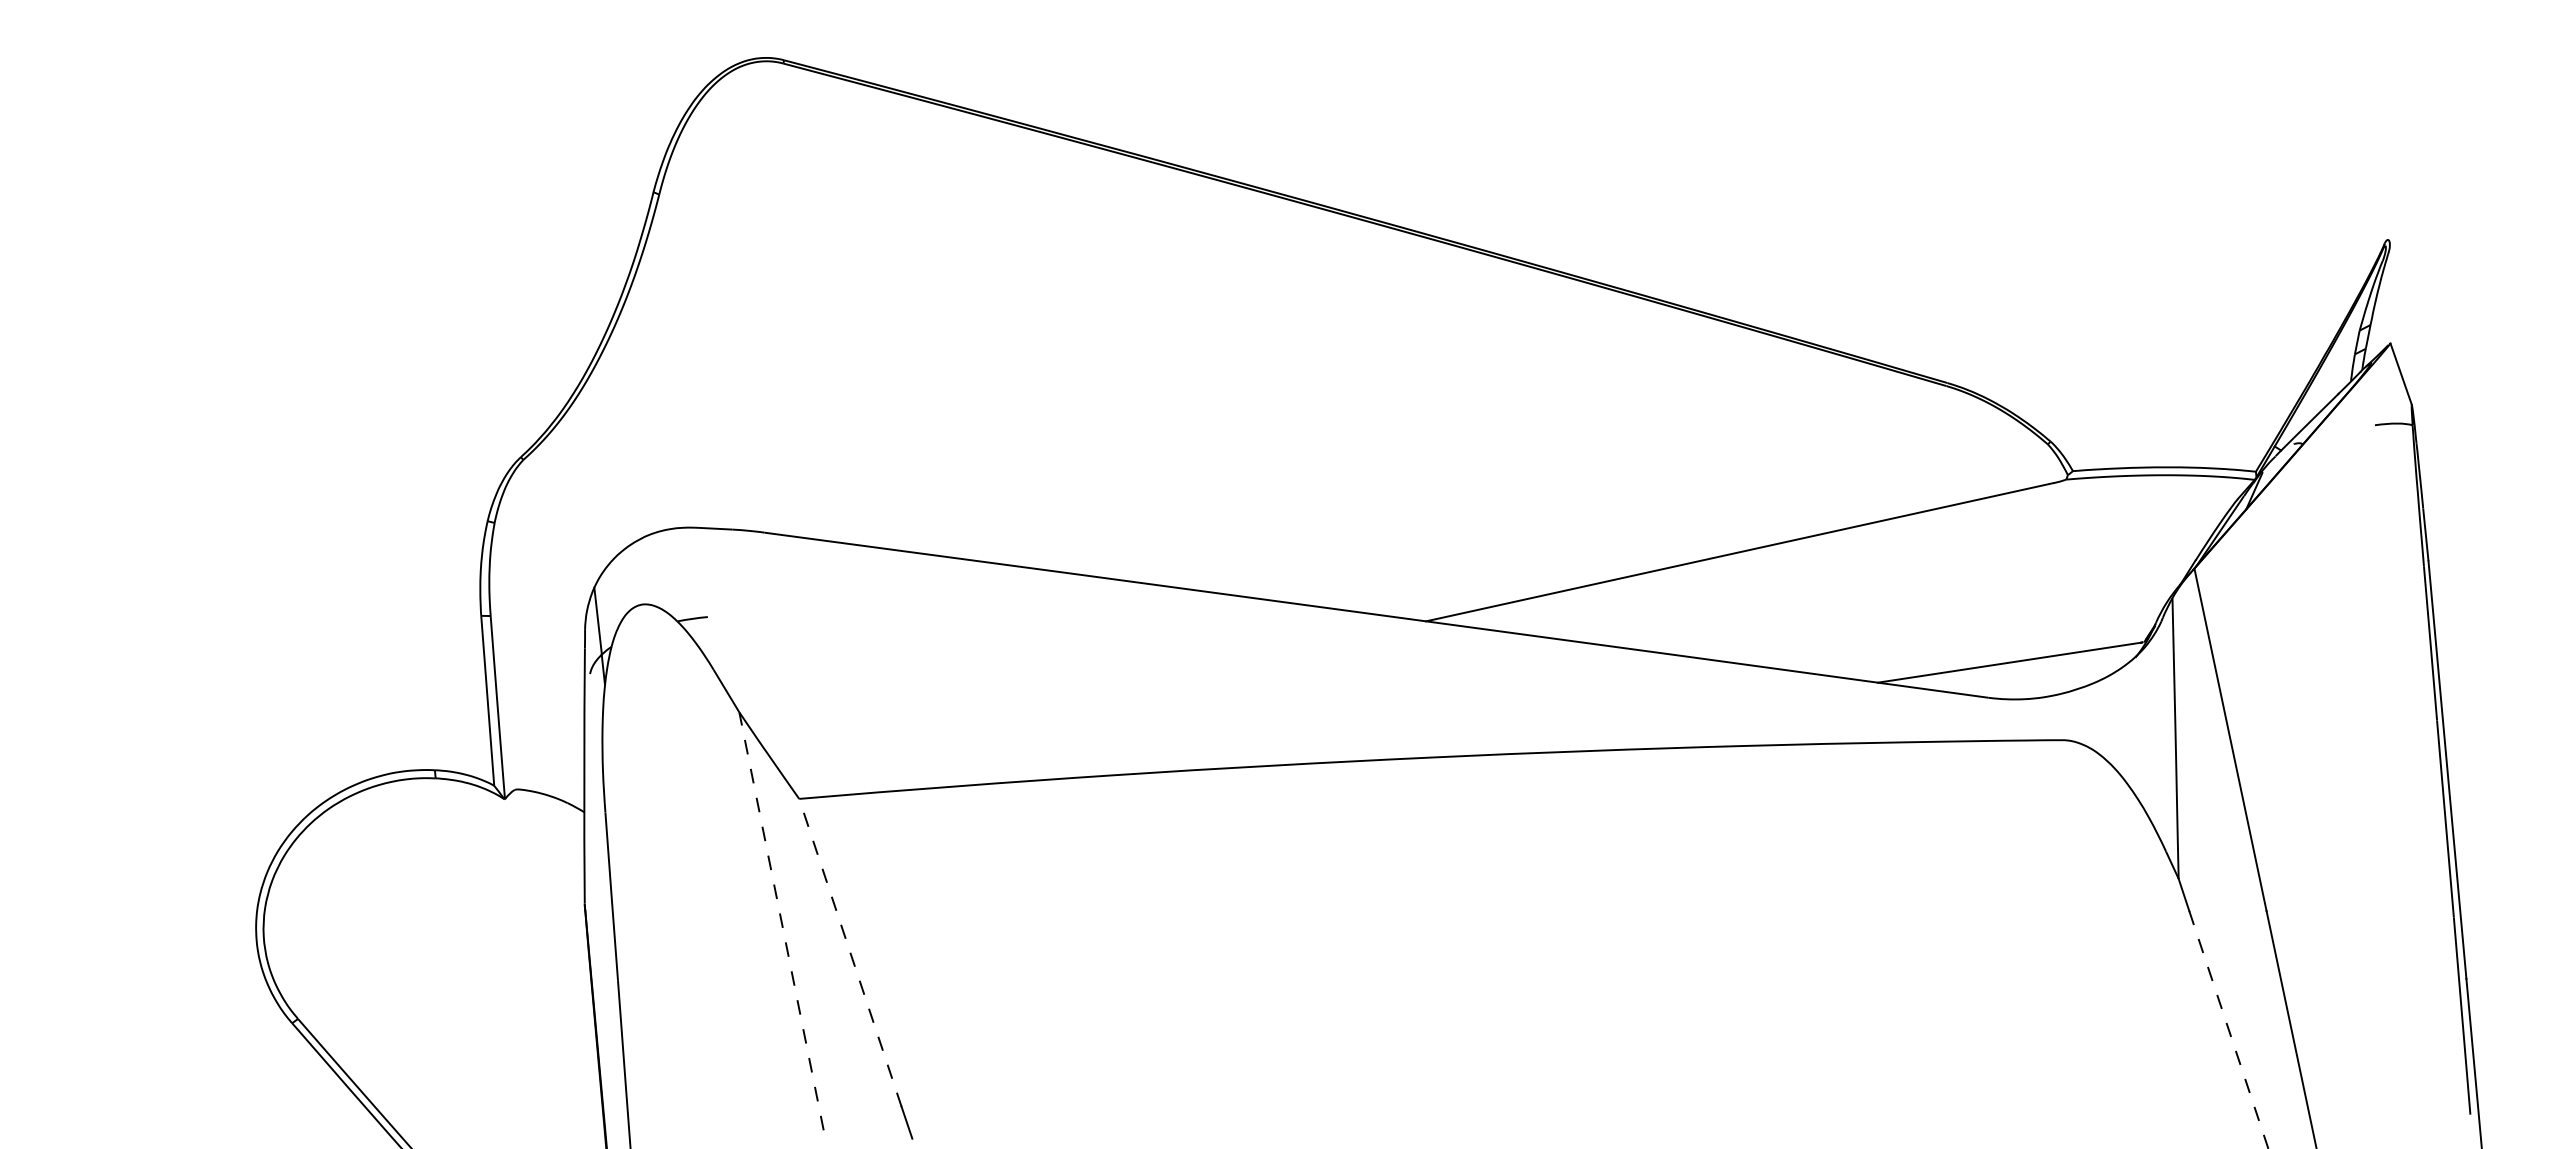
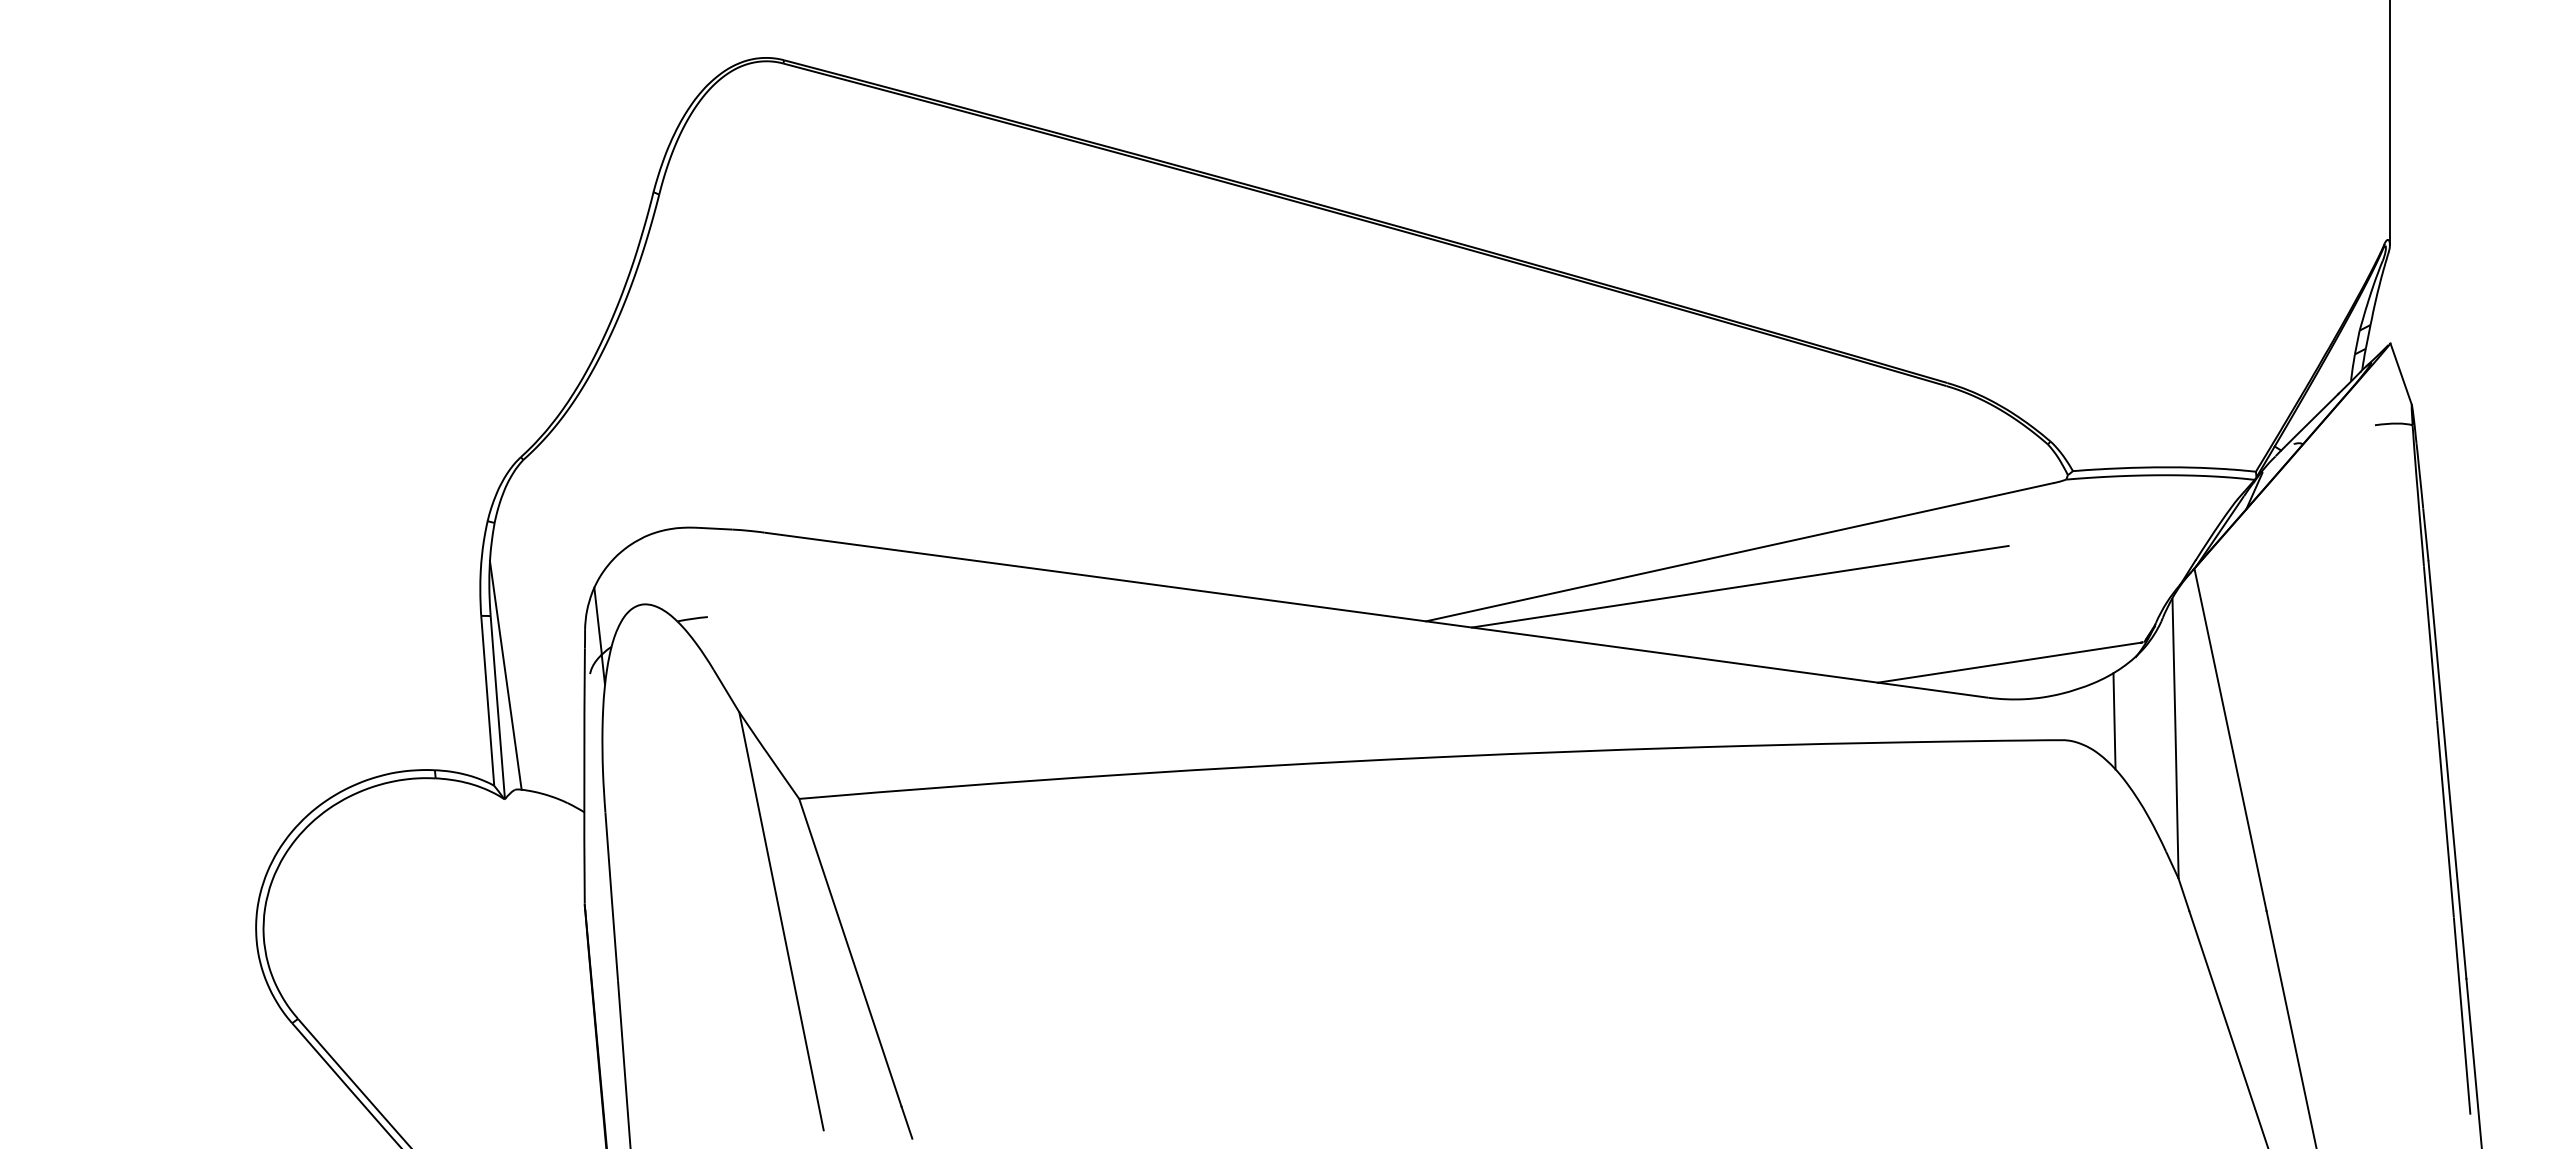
line at (2389, 123): none -> present
line at (1739, 586): none -> present
line at (505, 675): none -> present
line at (2114, 721): none -> present
line at (781, 920): dashed -> solid
line at (850, 952): dashed -> solid
line at (2228, 1030): dashed -> solid
